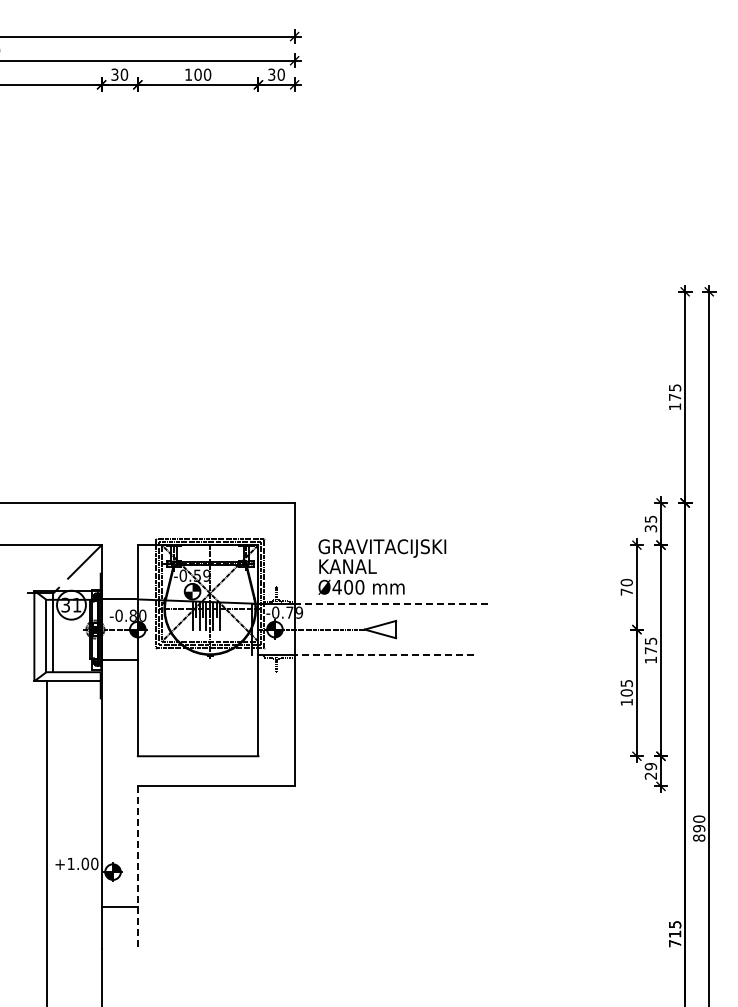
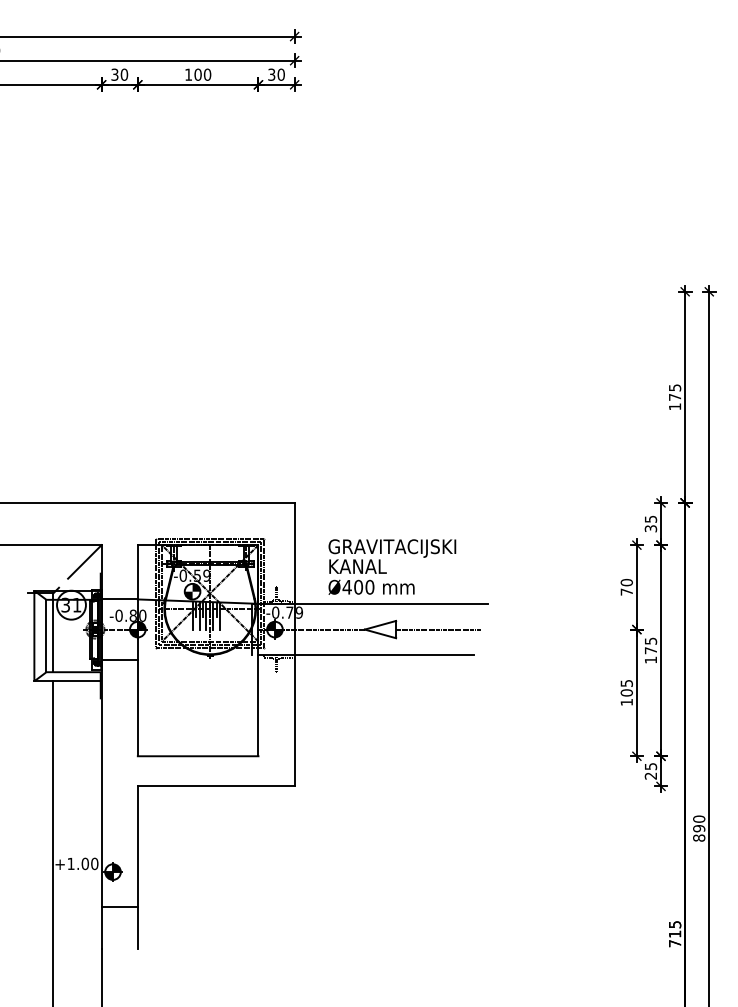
text at (382, 566) position: (382, 566) -> (392, 566)
line at (391, 603): dashed -> solid
line at (438, 629): none -> present
line at (384, 655): dashed -> solid
text at (650, 766): 29 -> 25
line at (47, 842) position: (47, 842) -> (53, 842)
line at (137, 868): dashed -> solid
